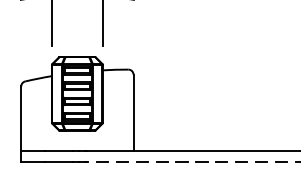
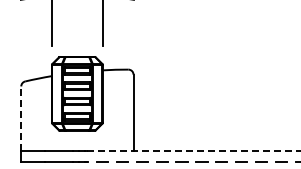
line at (21, 118): solid -> dashed
line at (193, 151): solid -> dashed
